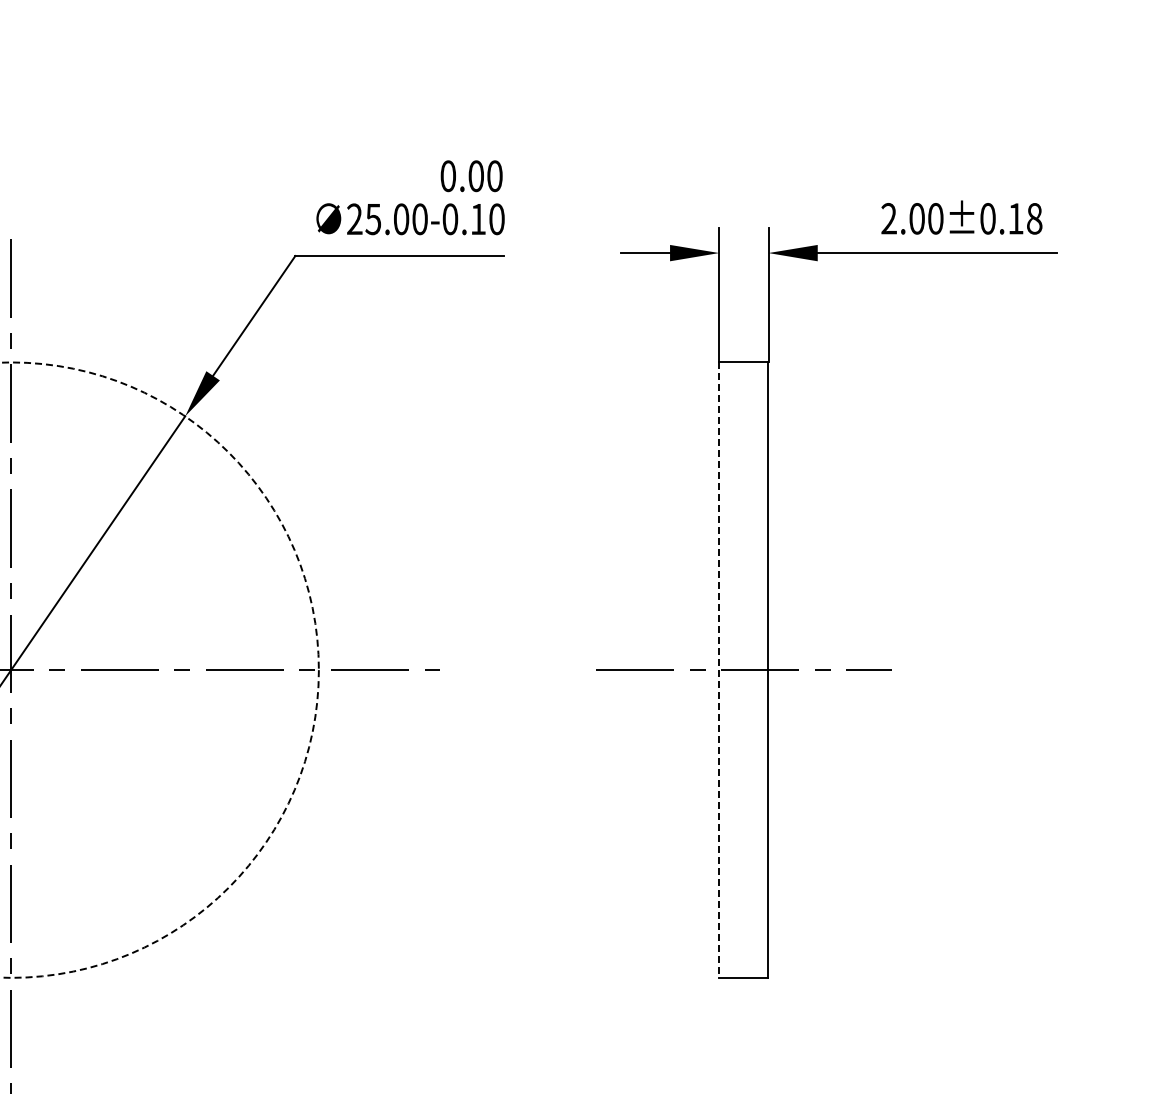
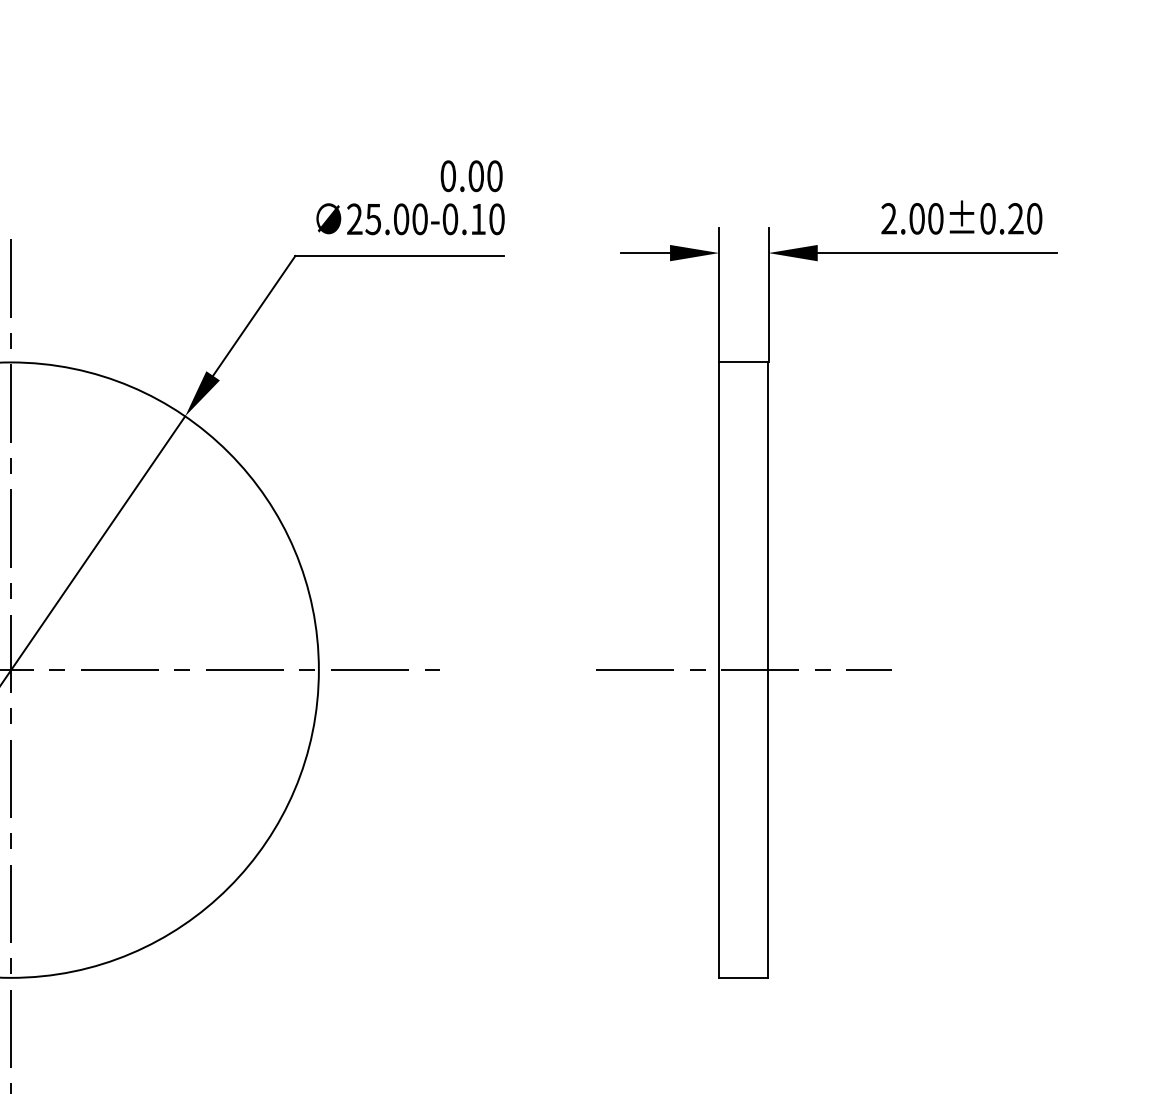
text at (1025, 218): 2.00±0.18 -> 2.00±0.20
circle at (159, 669): dashed -> solid
line at (719, 670): dashed -> solid
